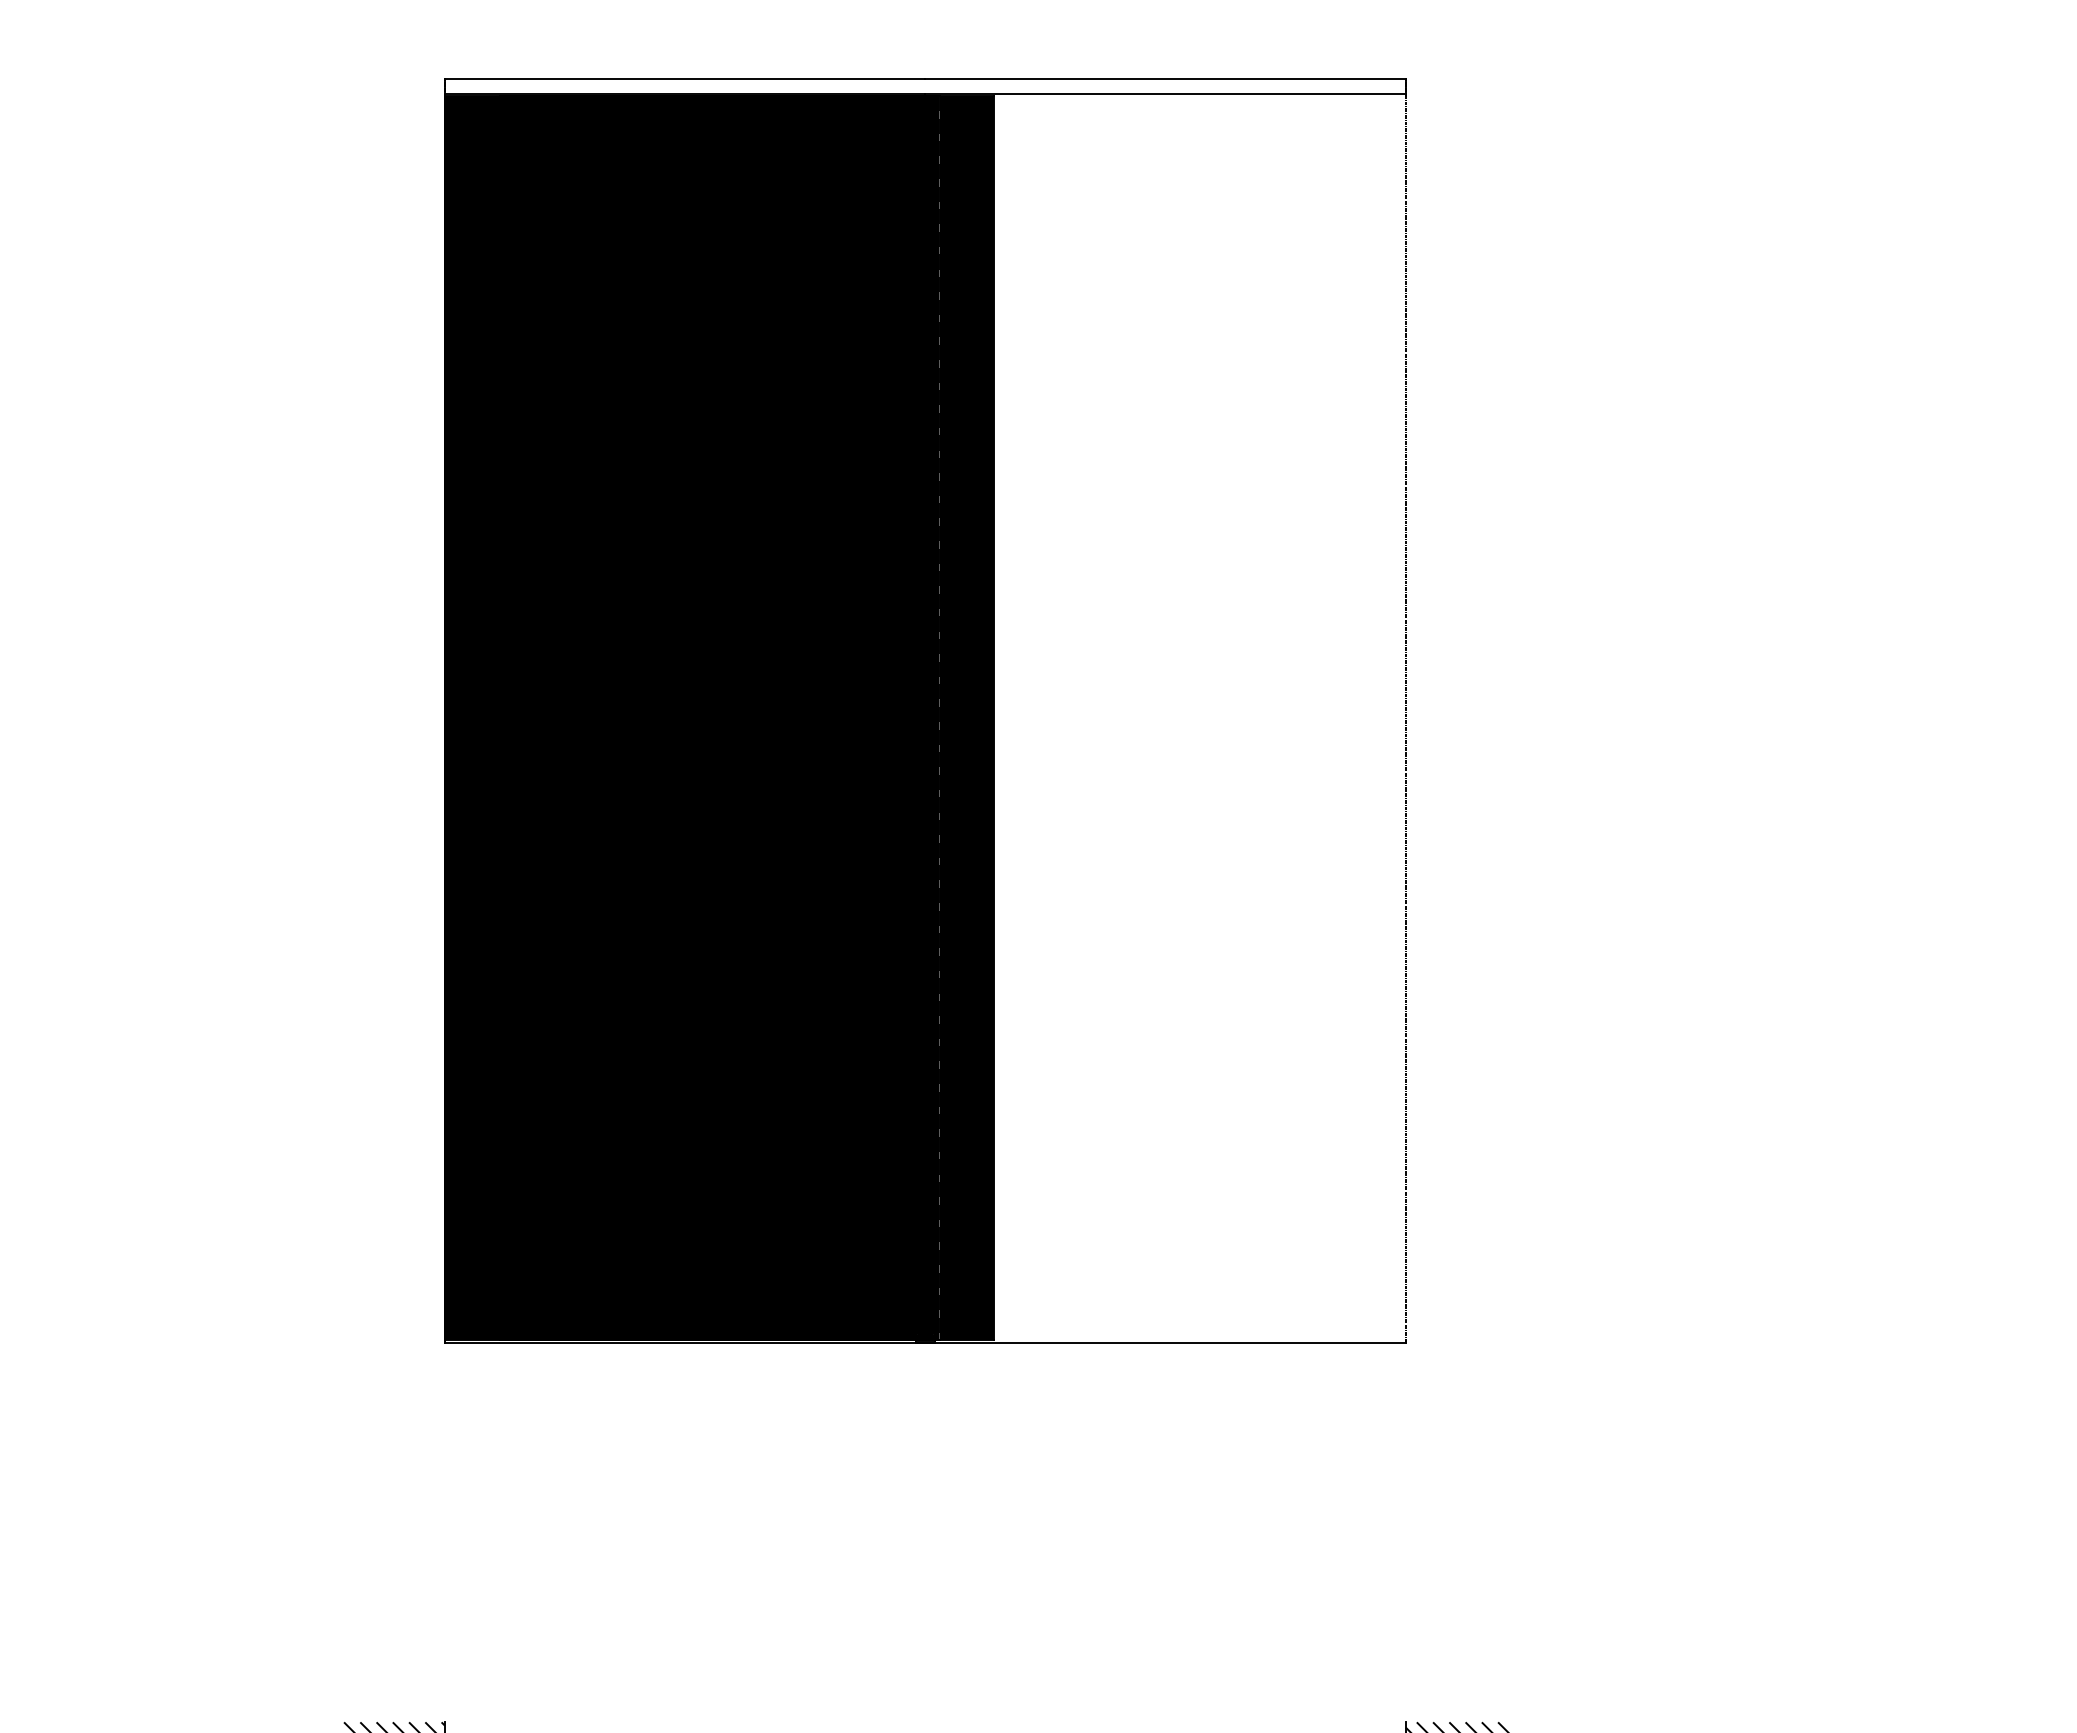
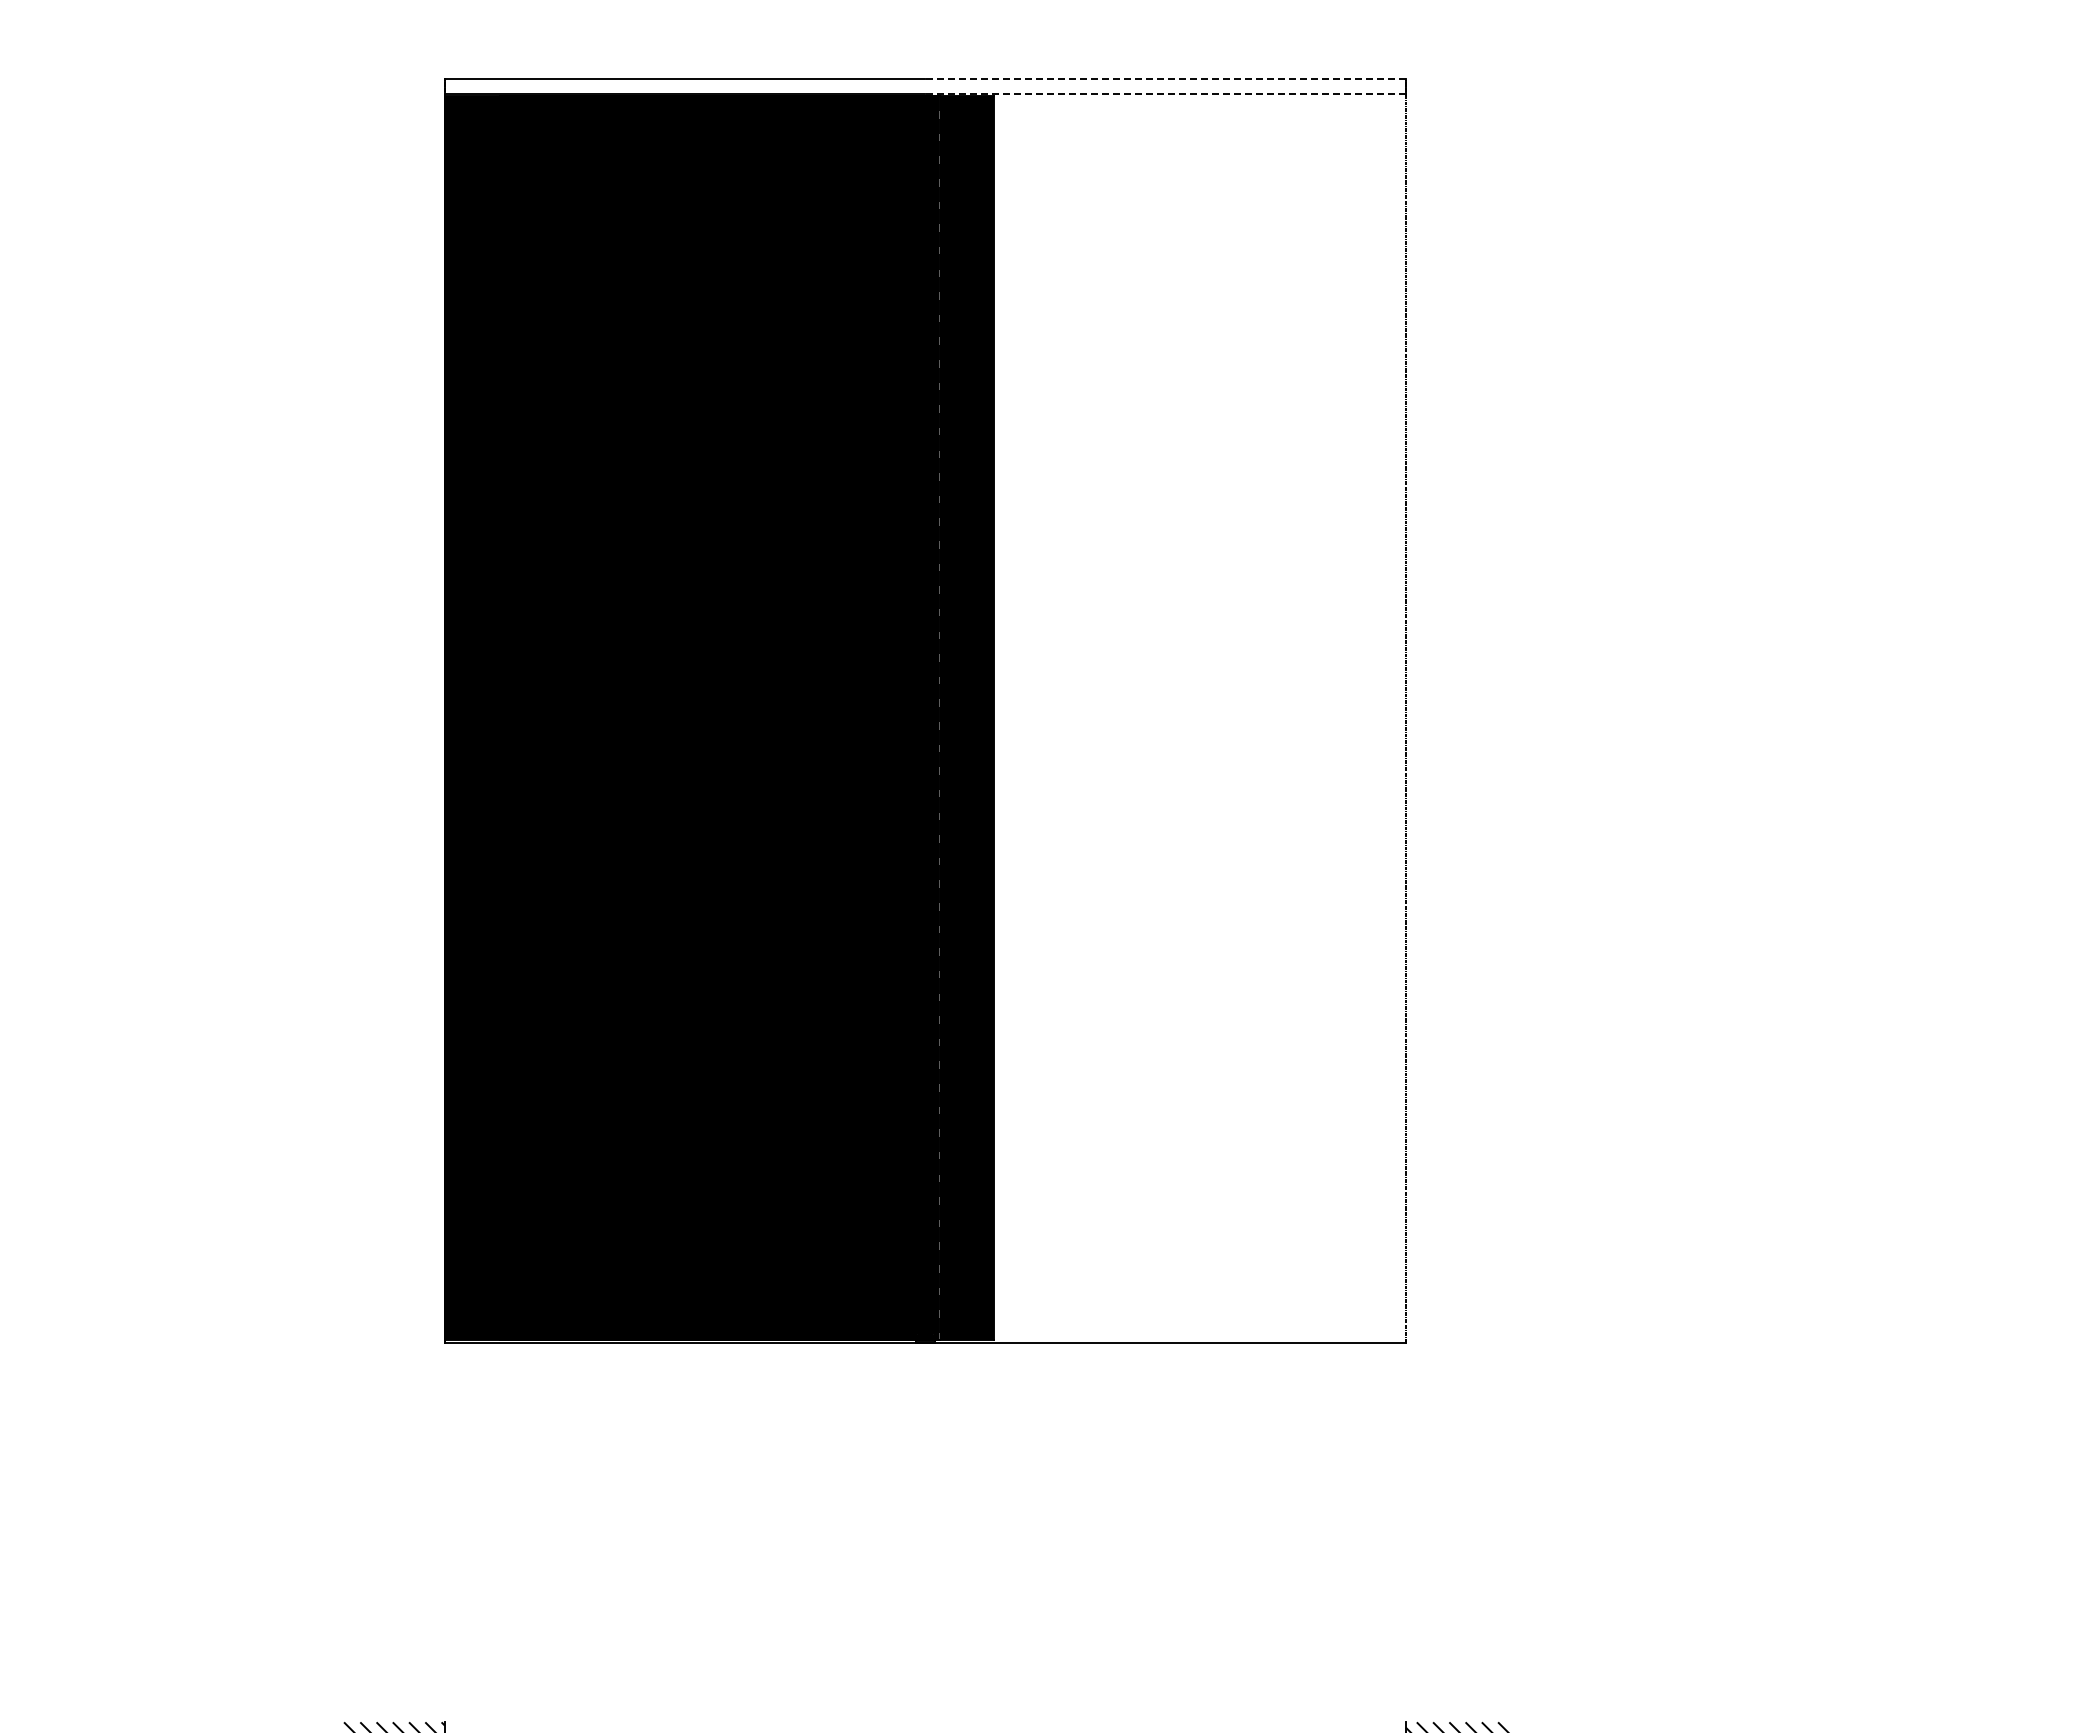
line at (1165, 79): solid -> dashed
line at (1165, 94): solid -> dashed
